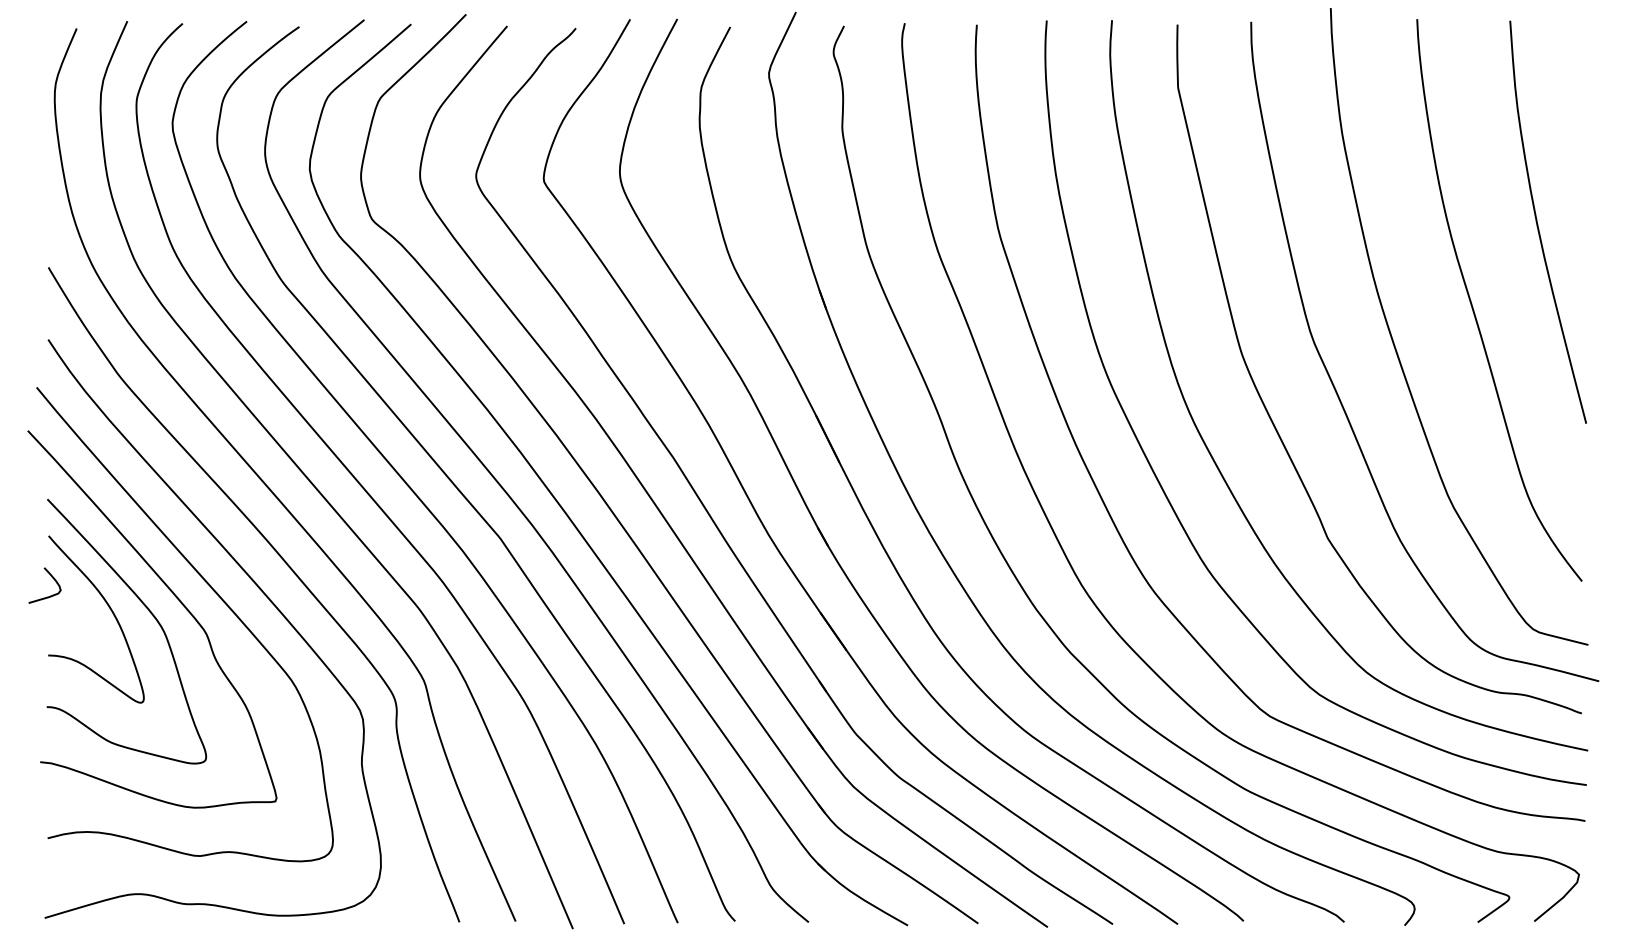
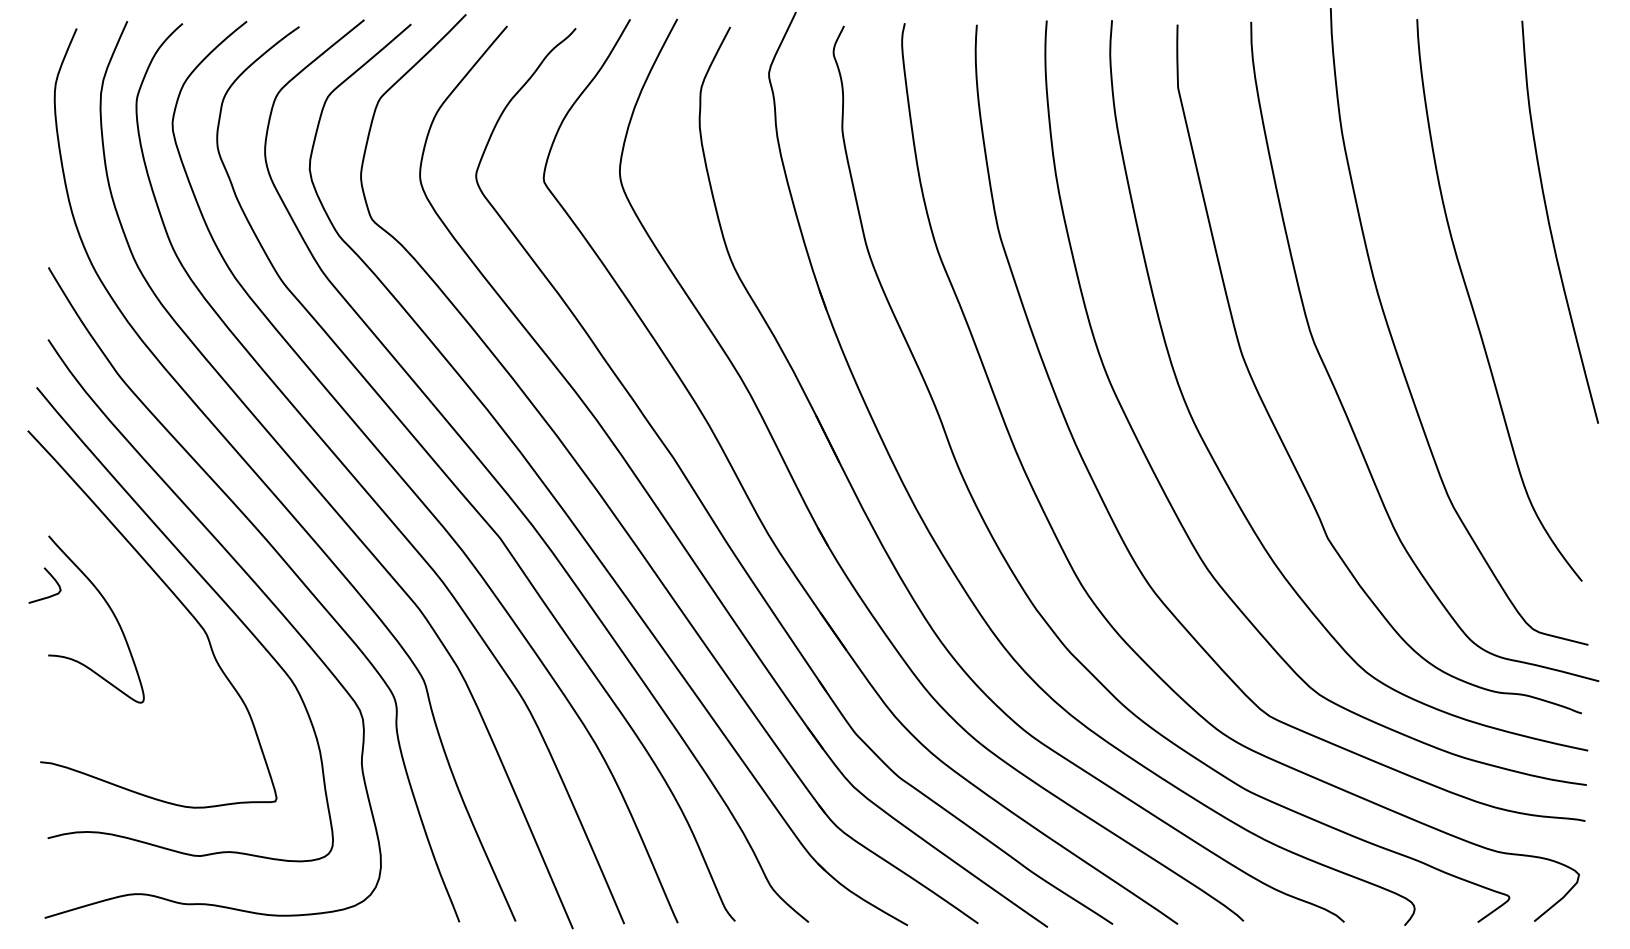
curve at (1538, 224) position: (1538, 224) -> (1550, 224)
curve at (149, 612): present -> none
